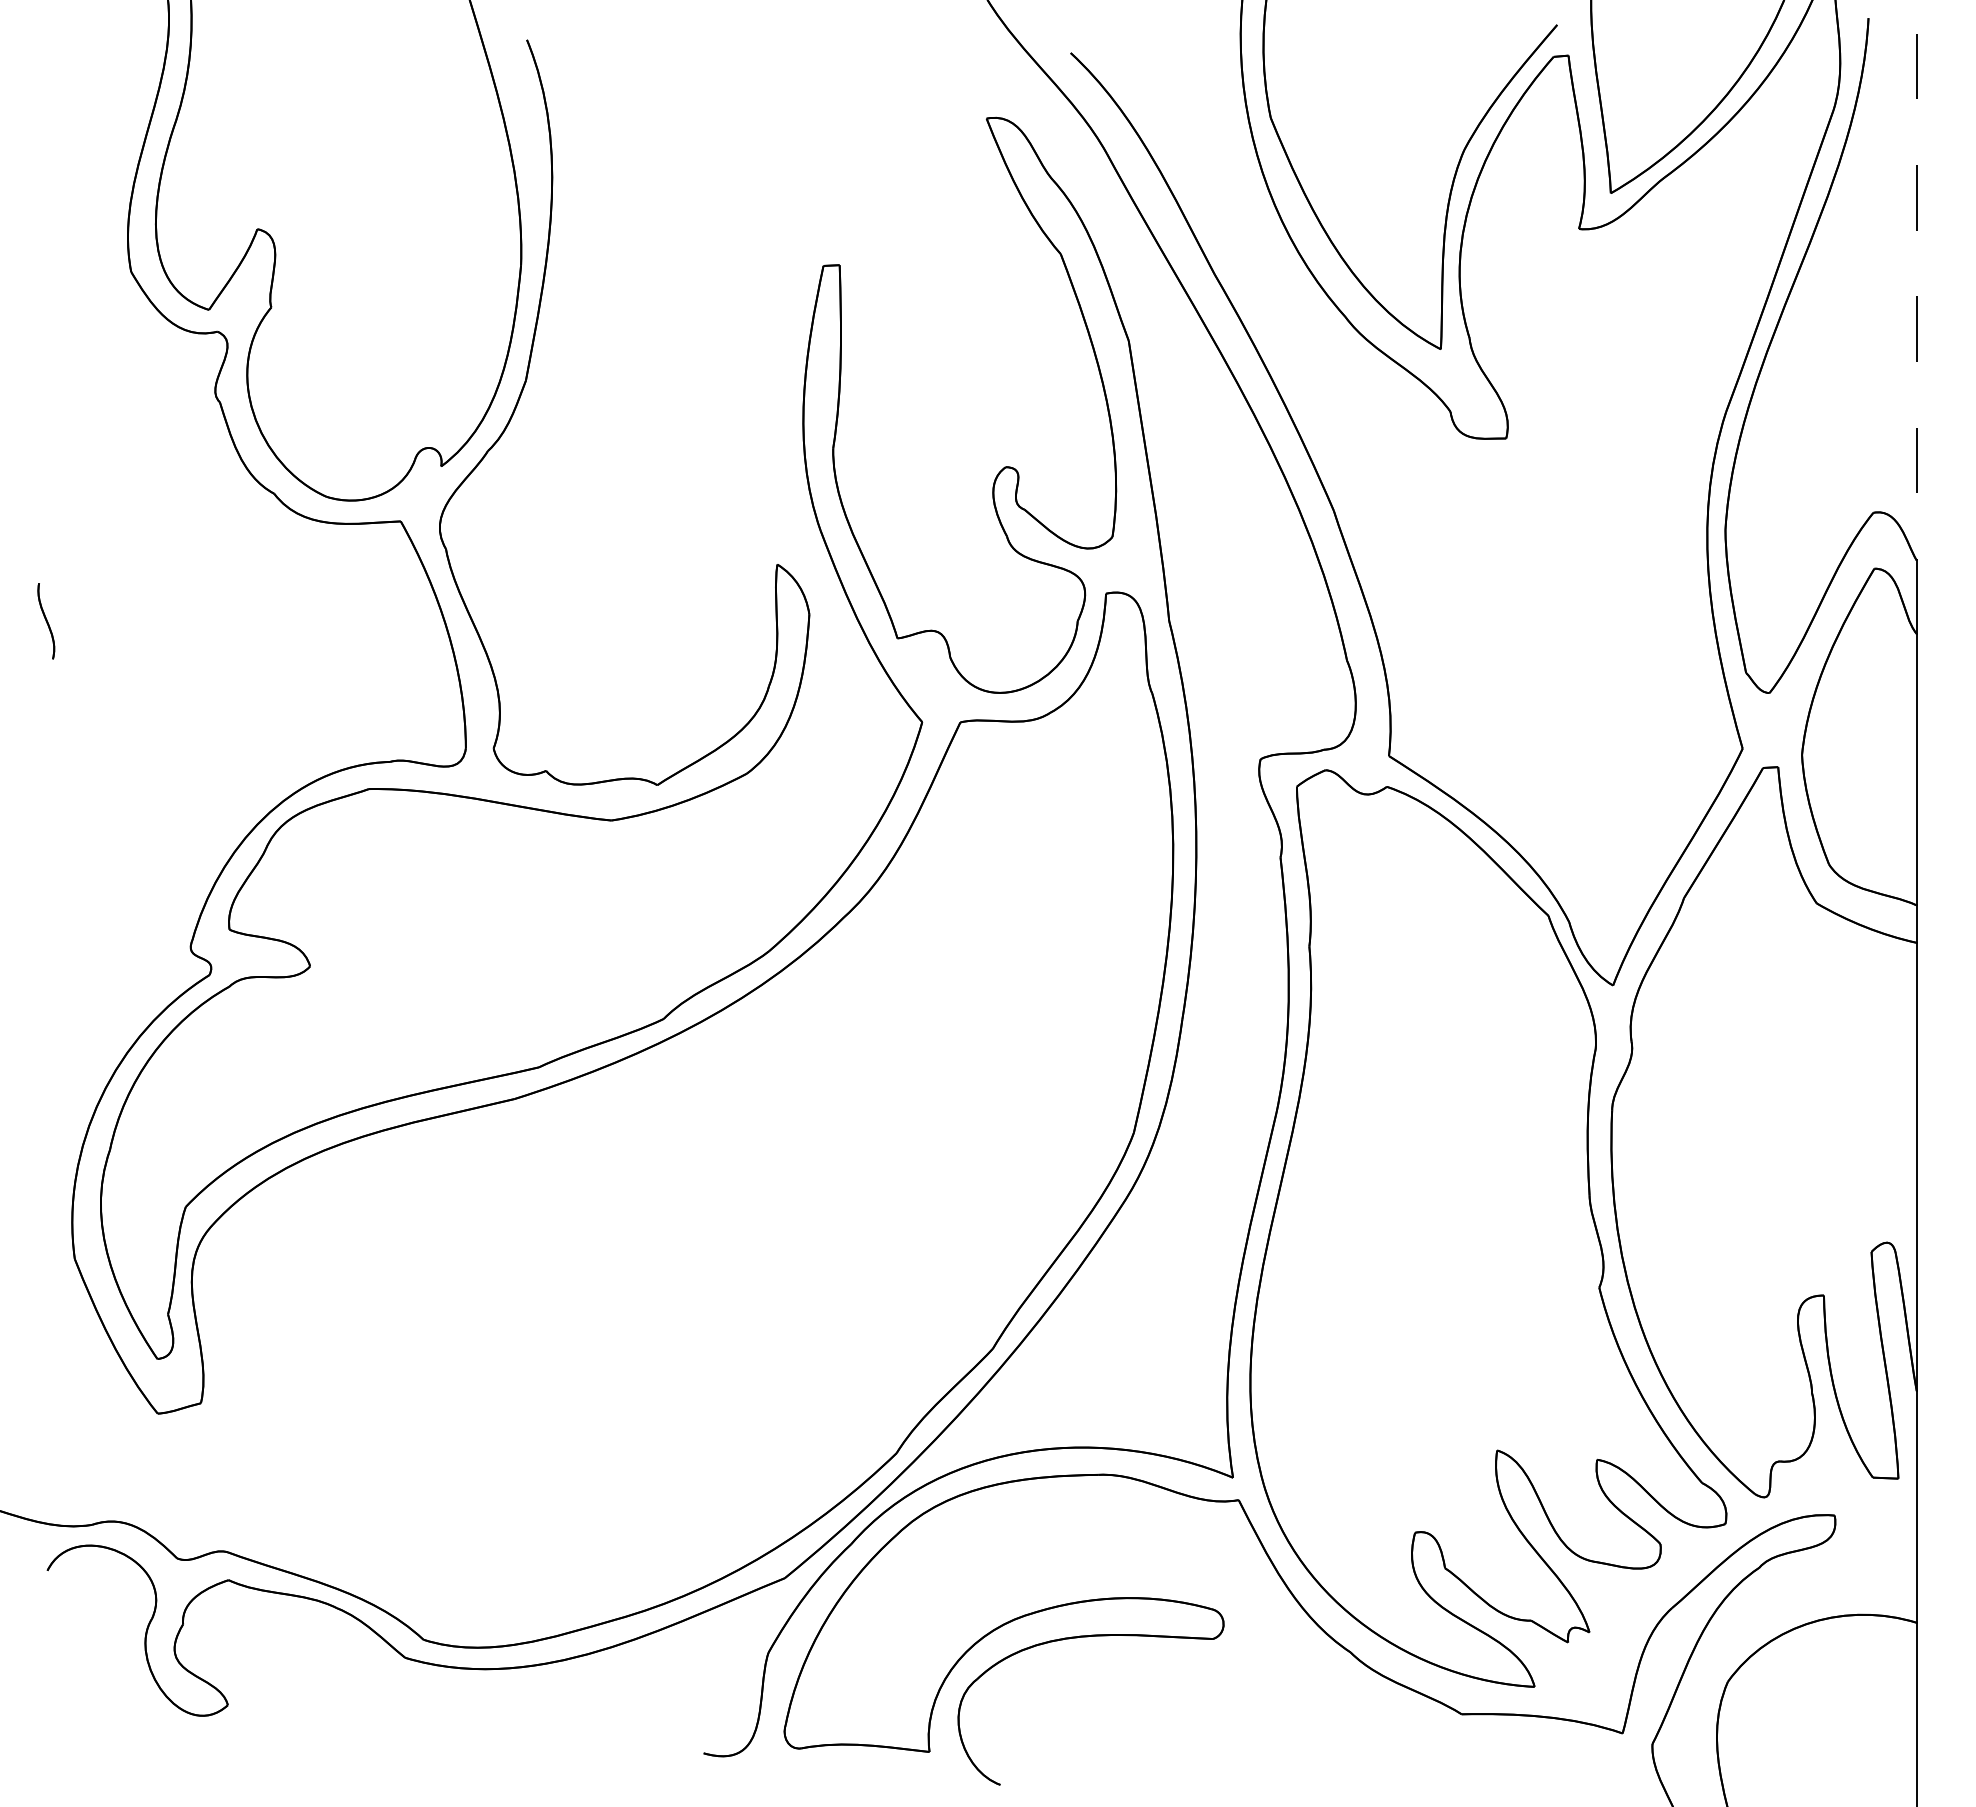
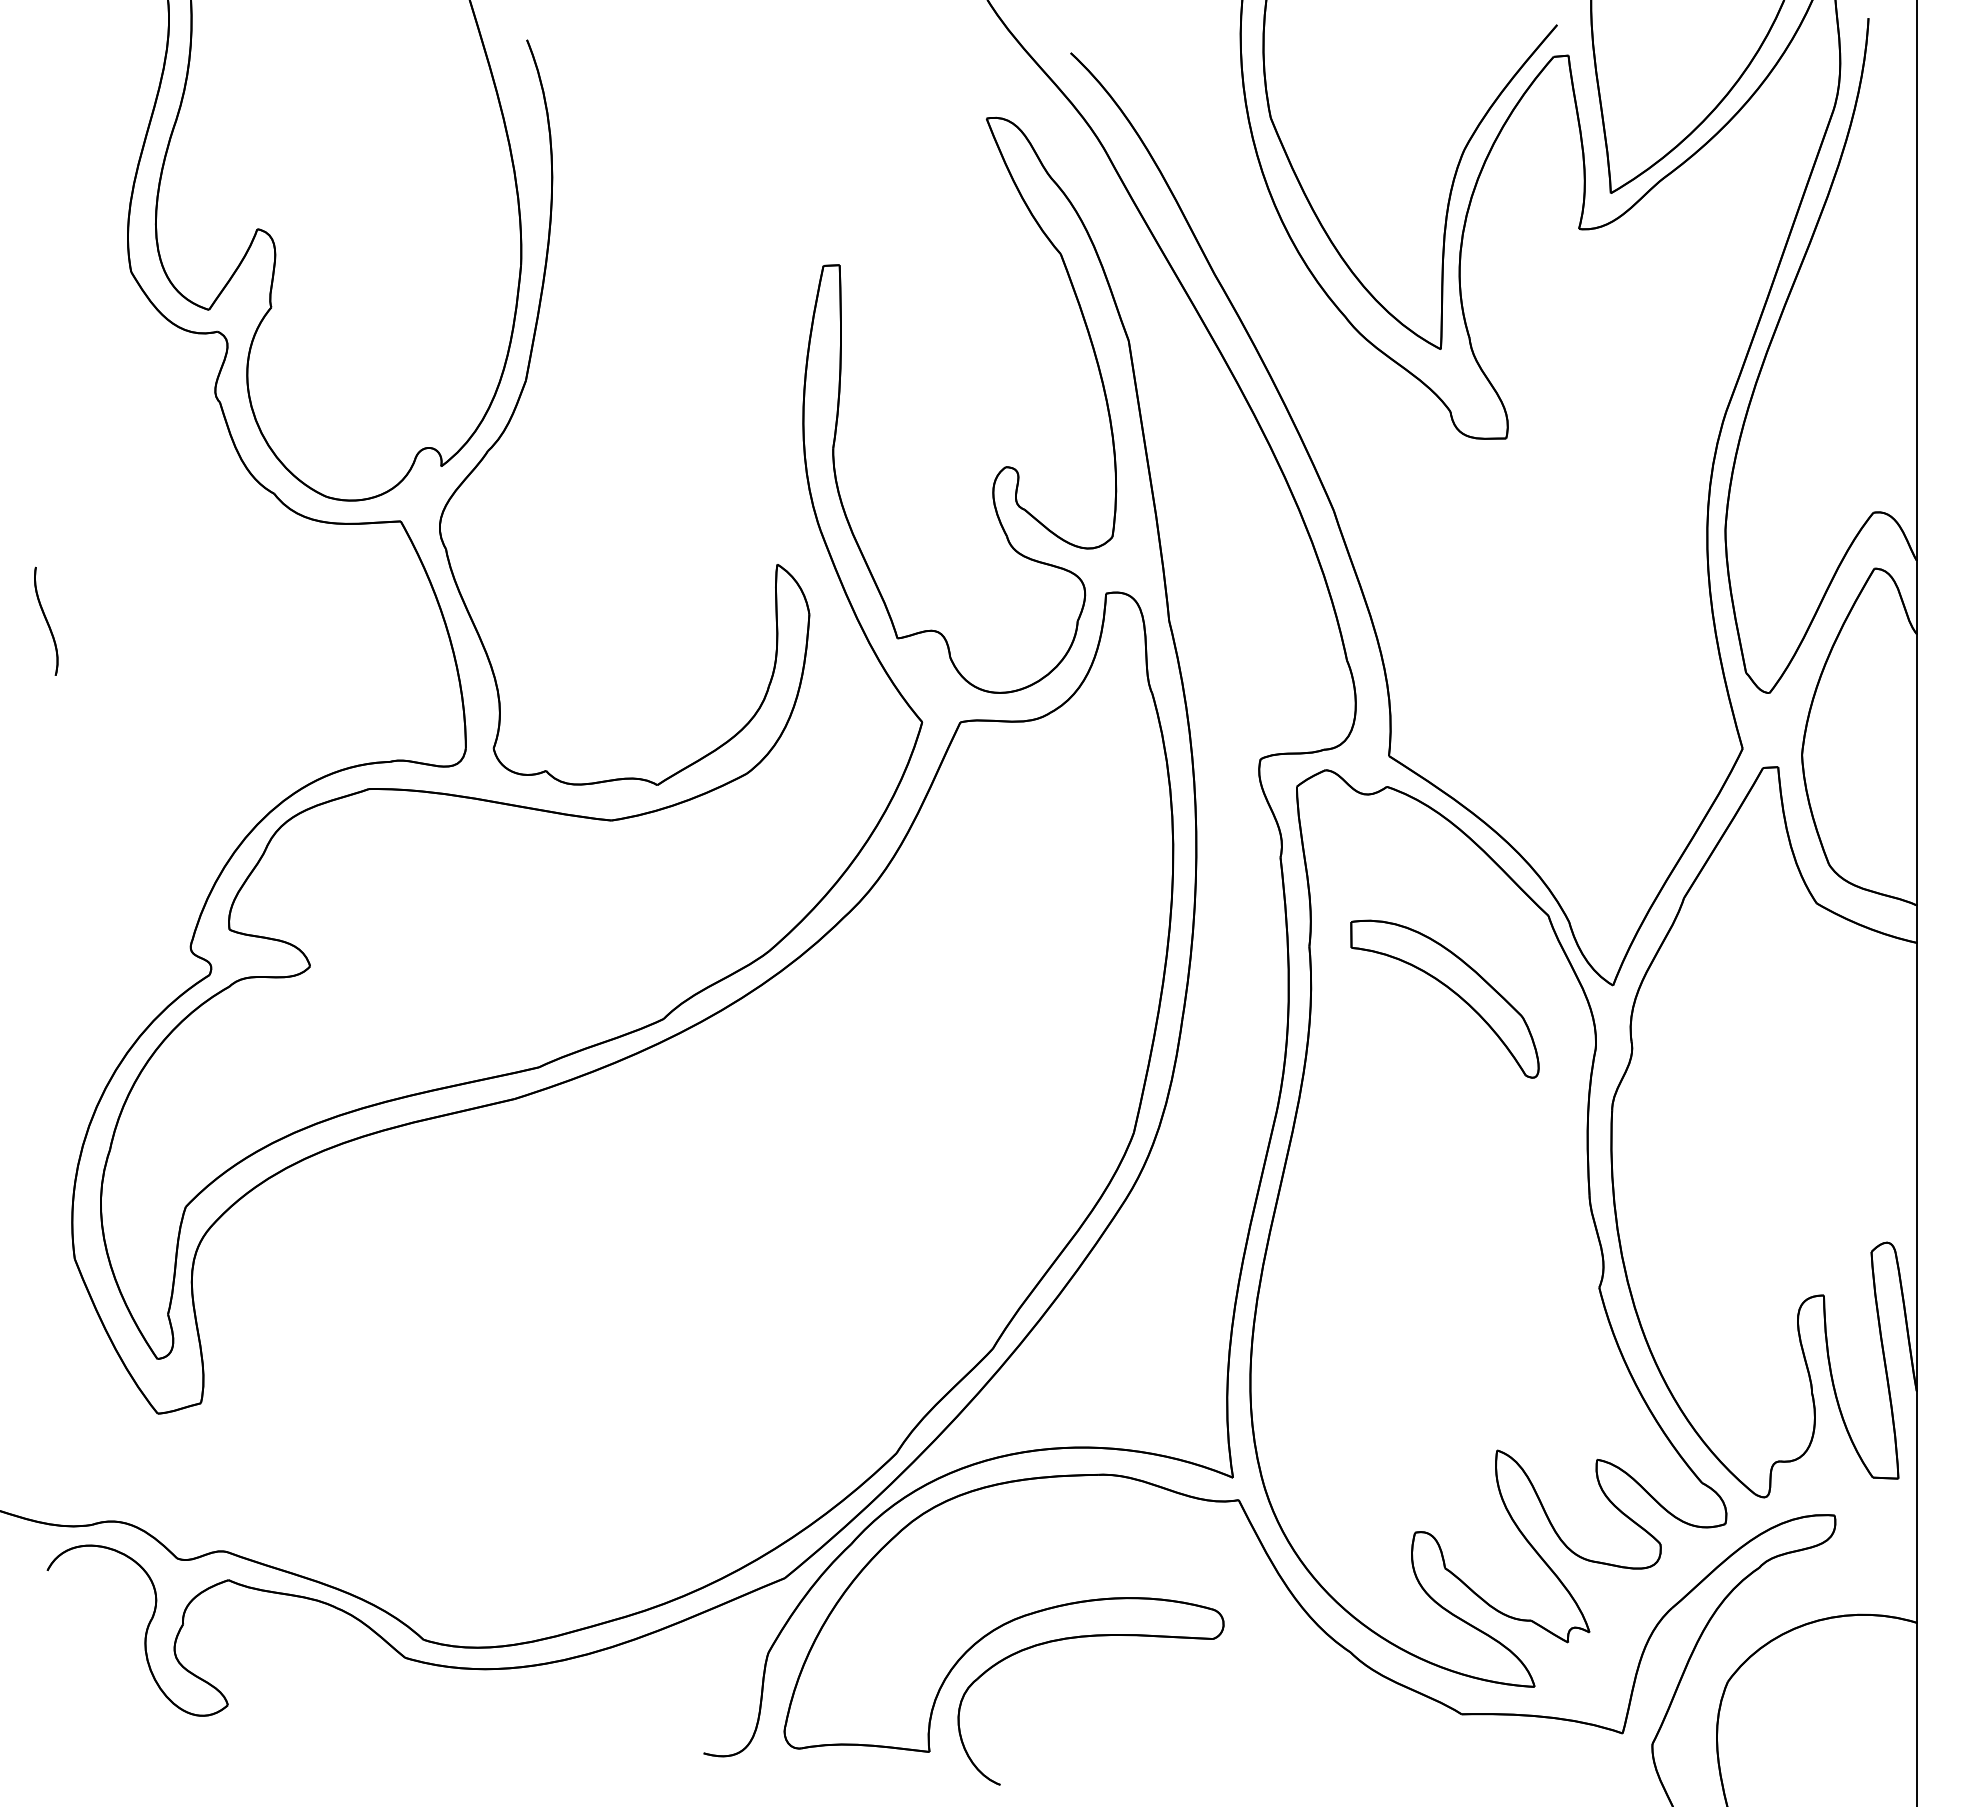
line at (1916, 280): dashed -> solid
part at (46, 621) size: 19x77 px -> 25x110 px
part at (1451, 991): none -> present
